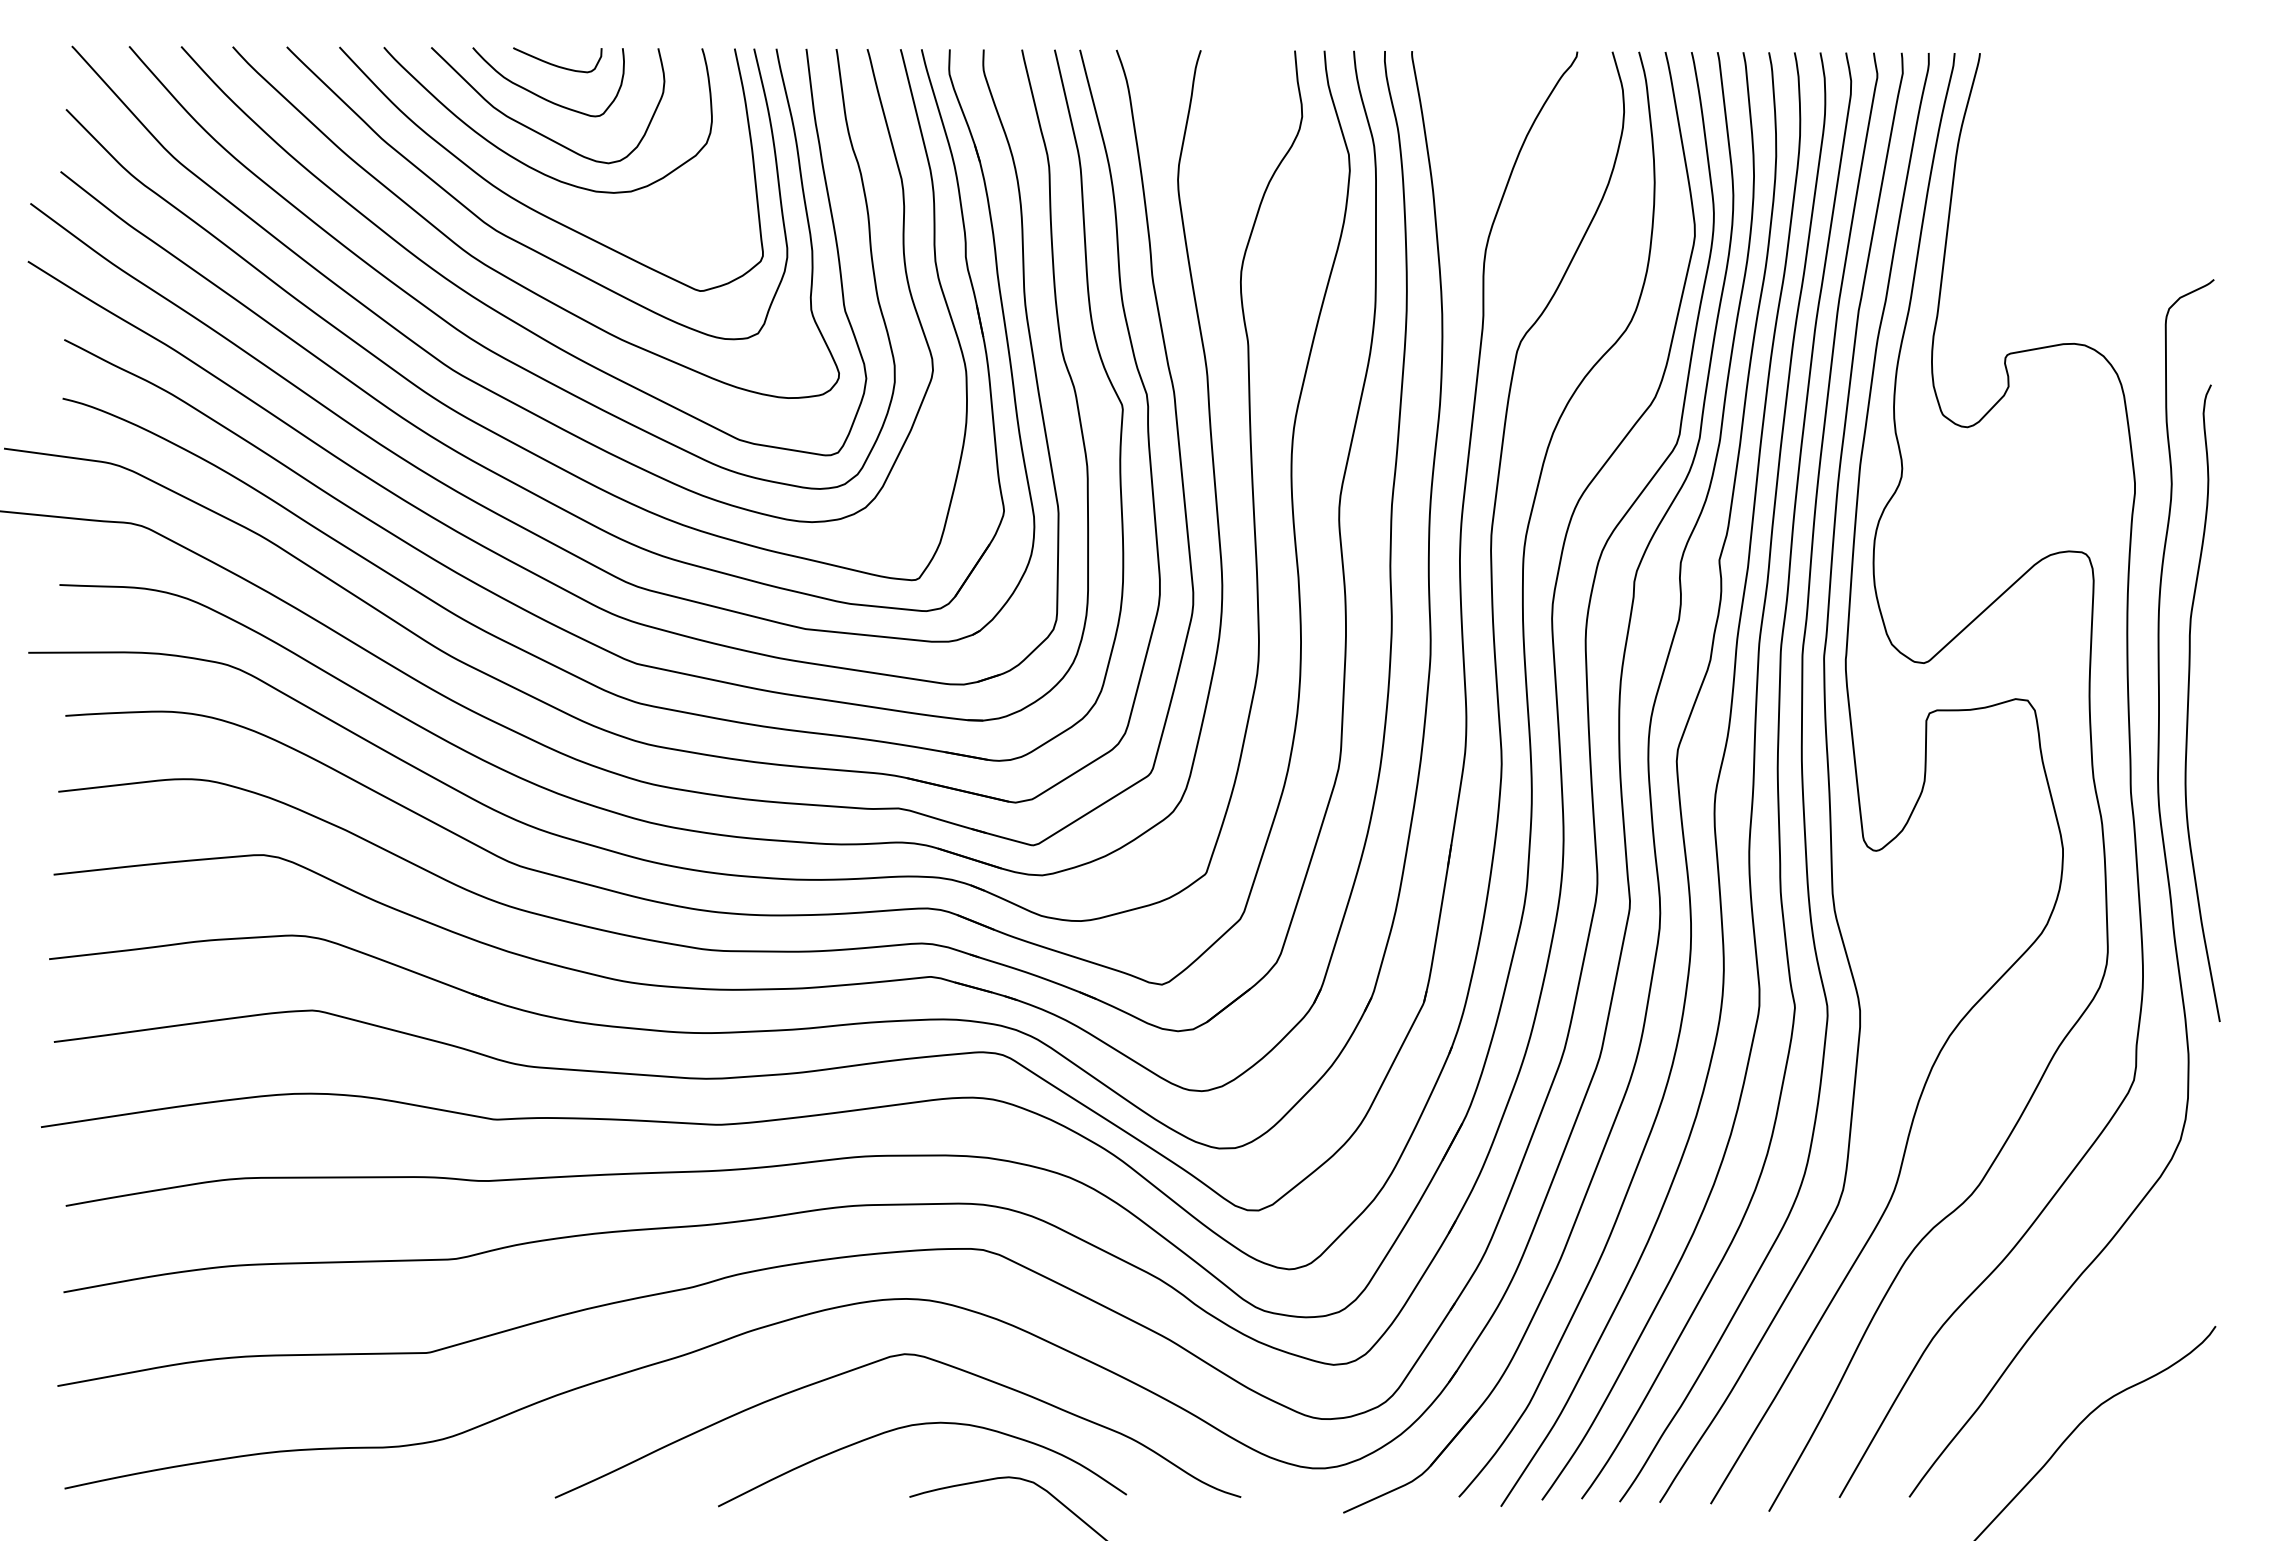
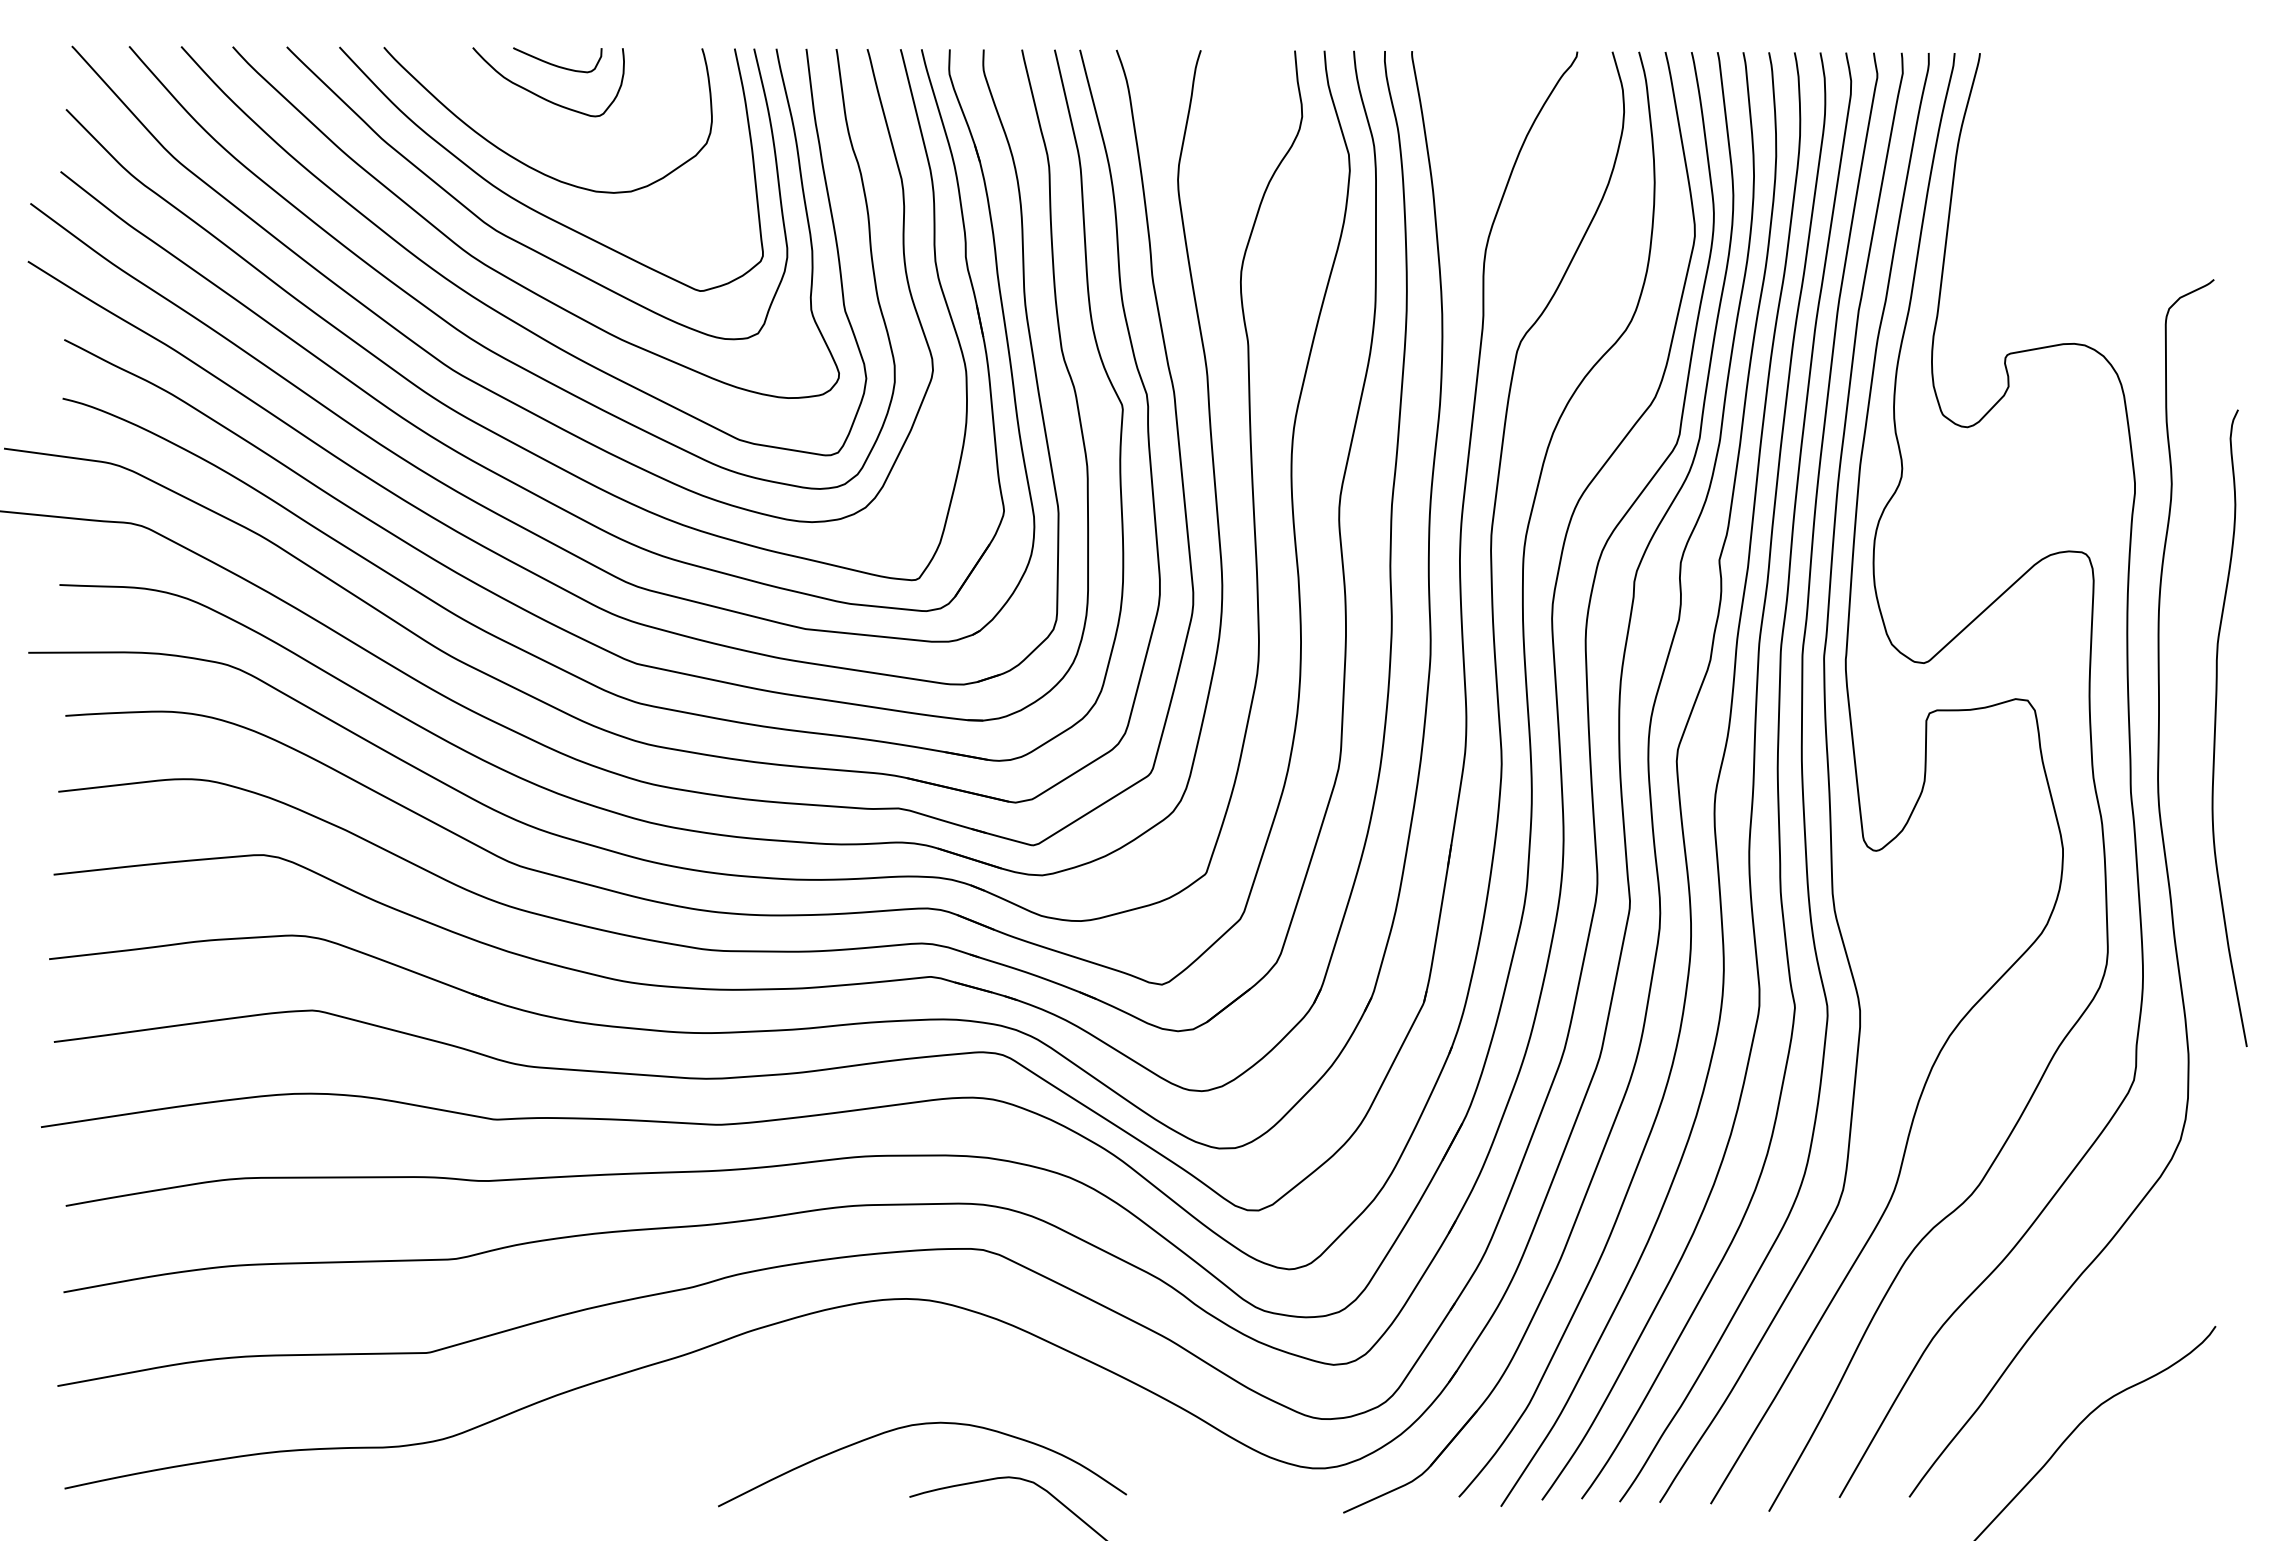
curve at (532, 128): present -> none
curve at (2189, 700) position: (2189, 700) -> (2216, 725)
curve at (877, 1362): present -> none
